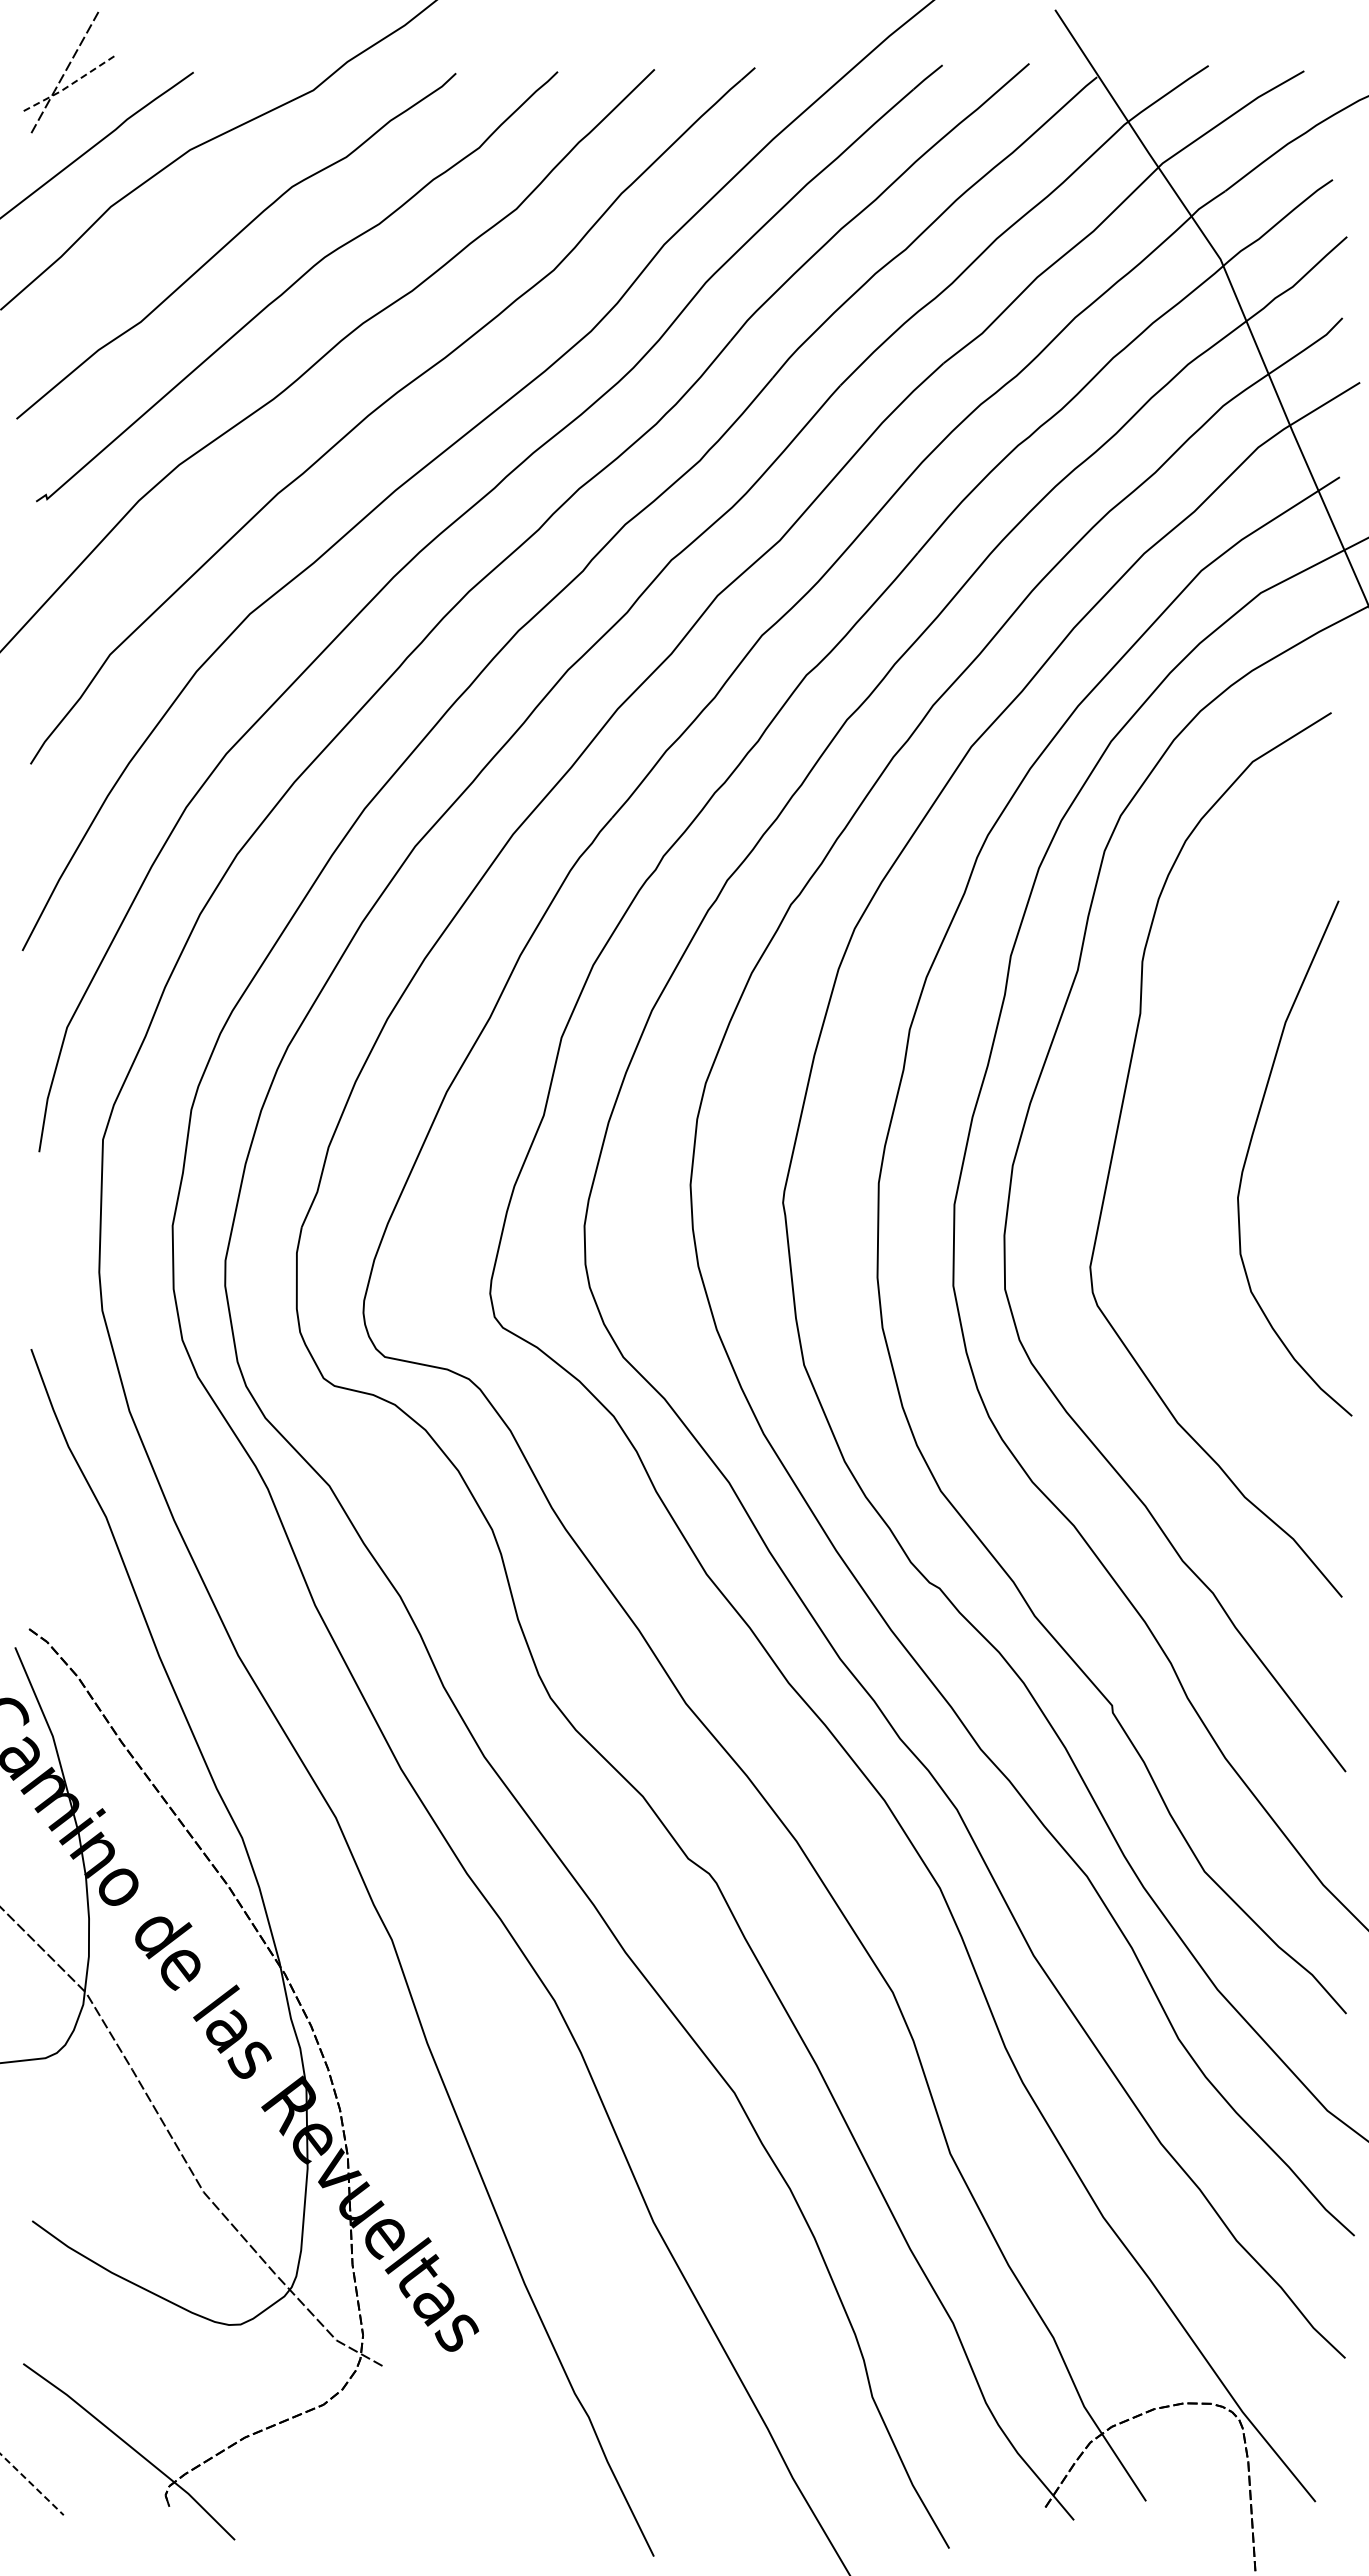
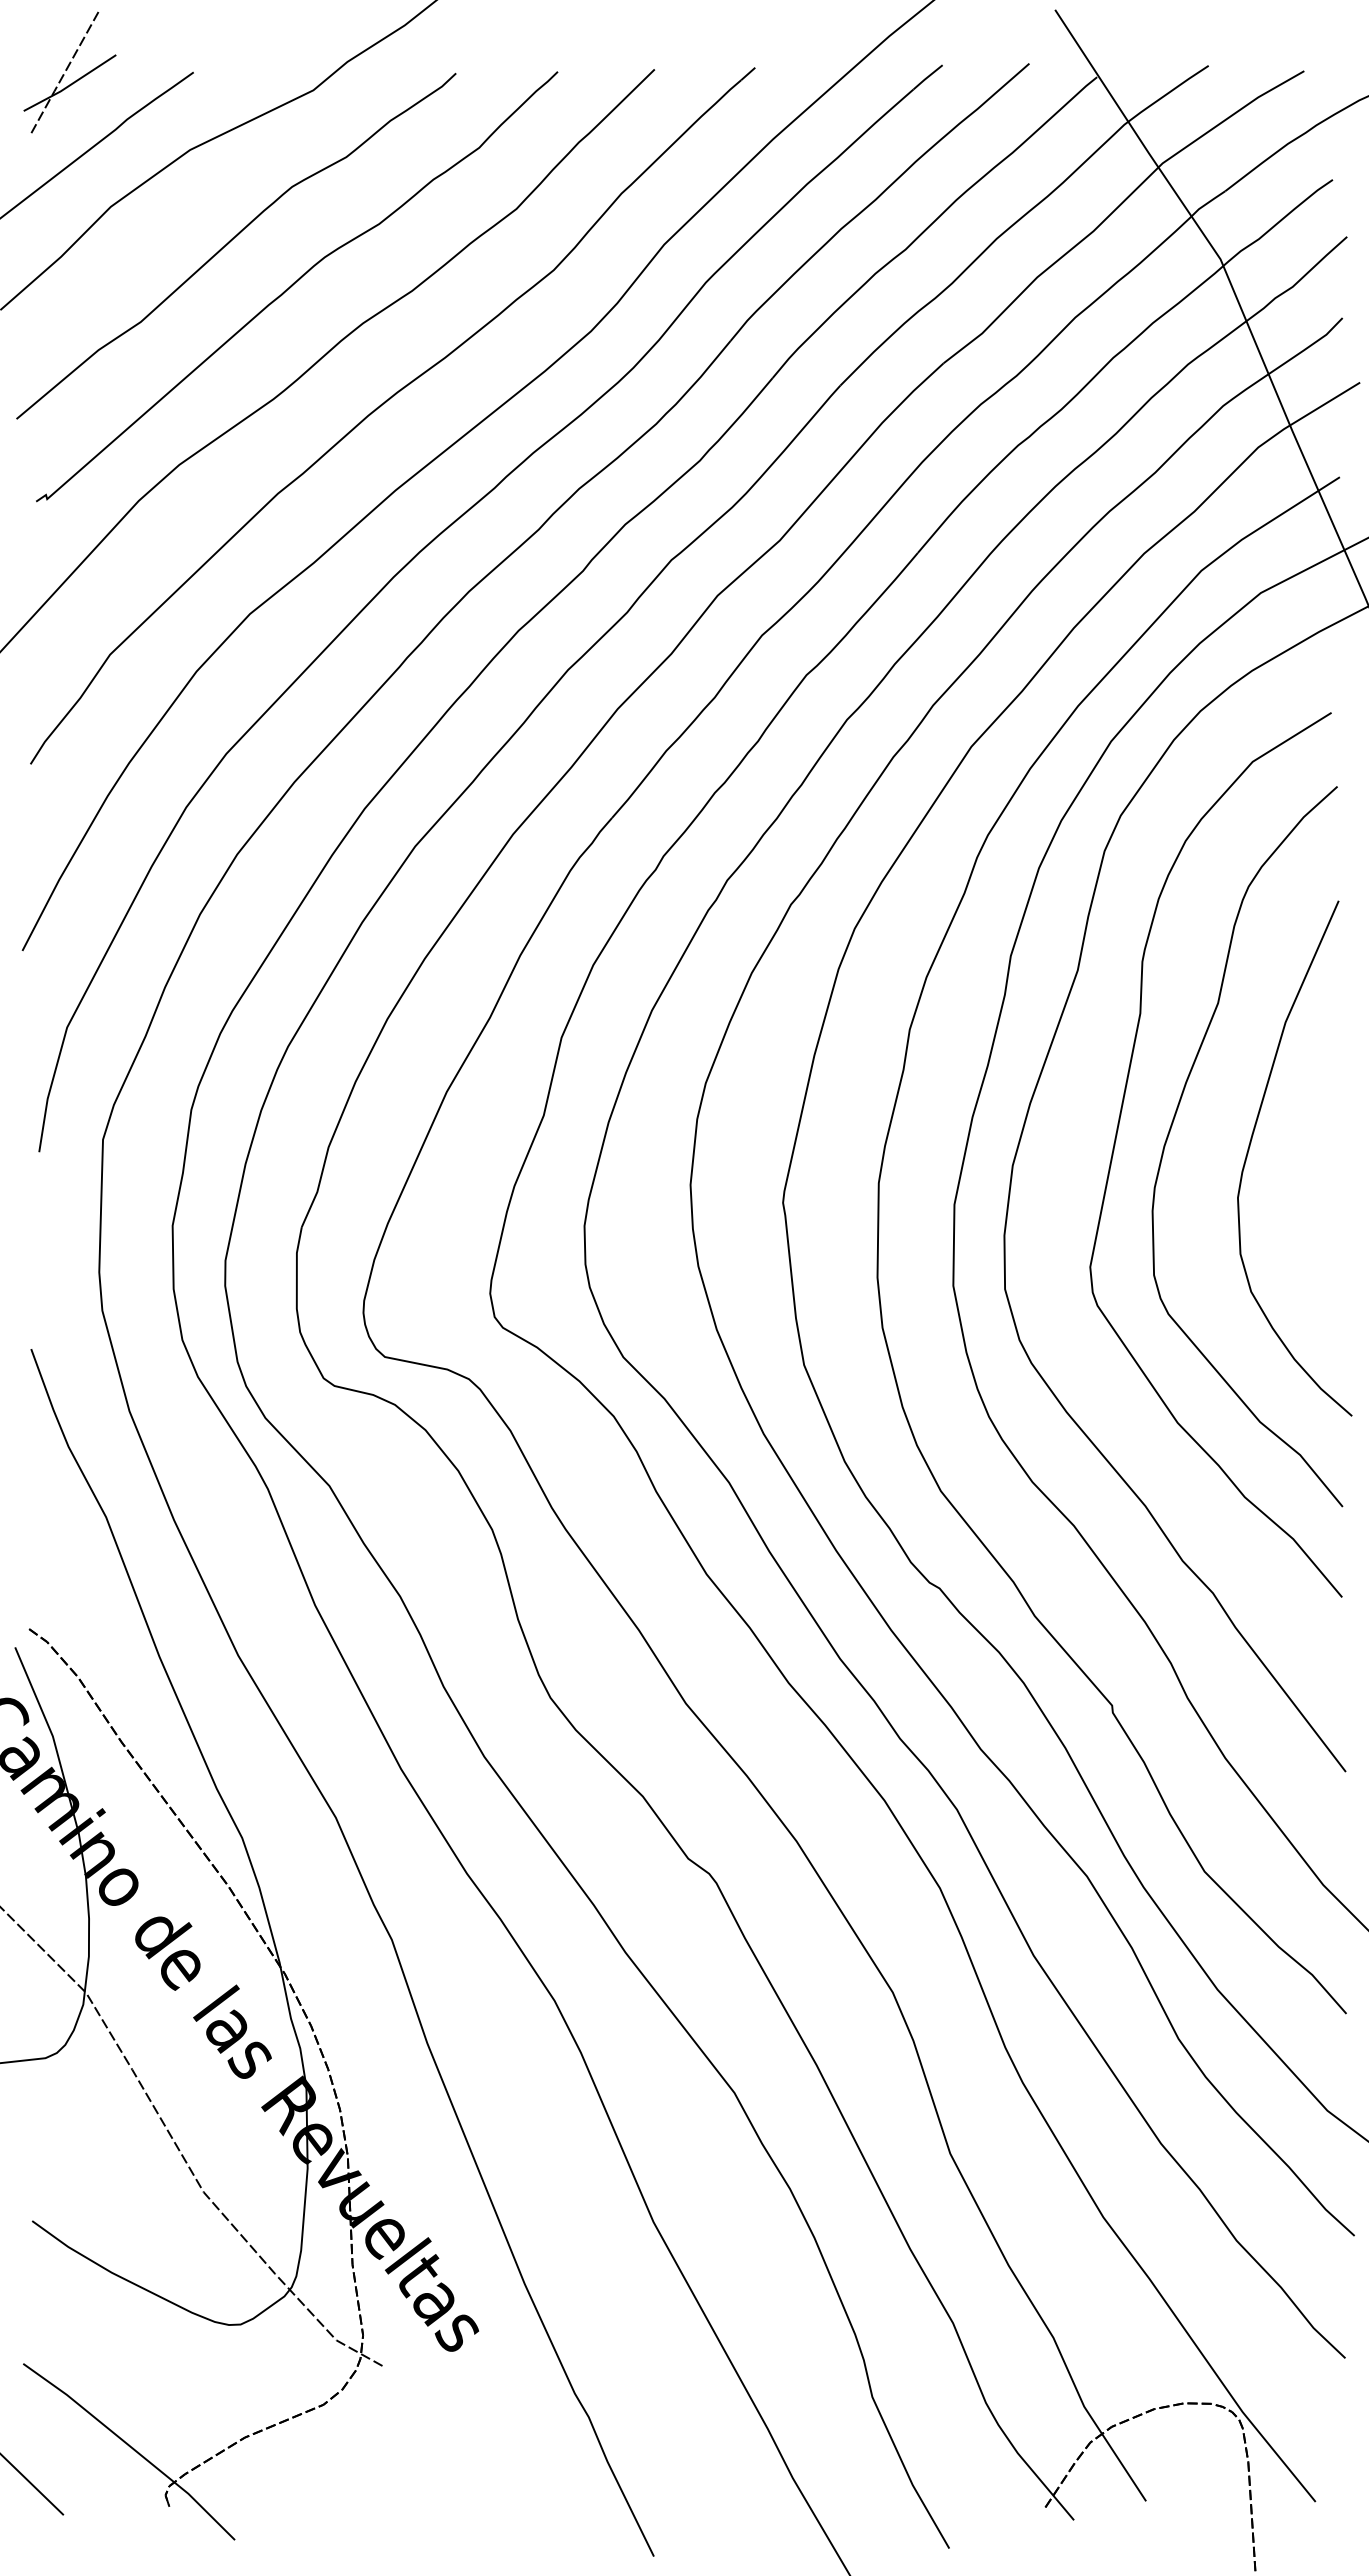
line at (70, 84): dashed -> solid
curve at (1174, 1120): none -> present
line at (32, 2484): dashed -> solid
